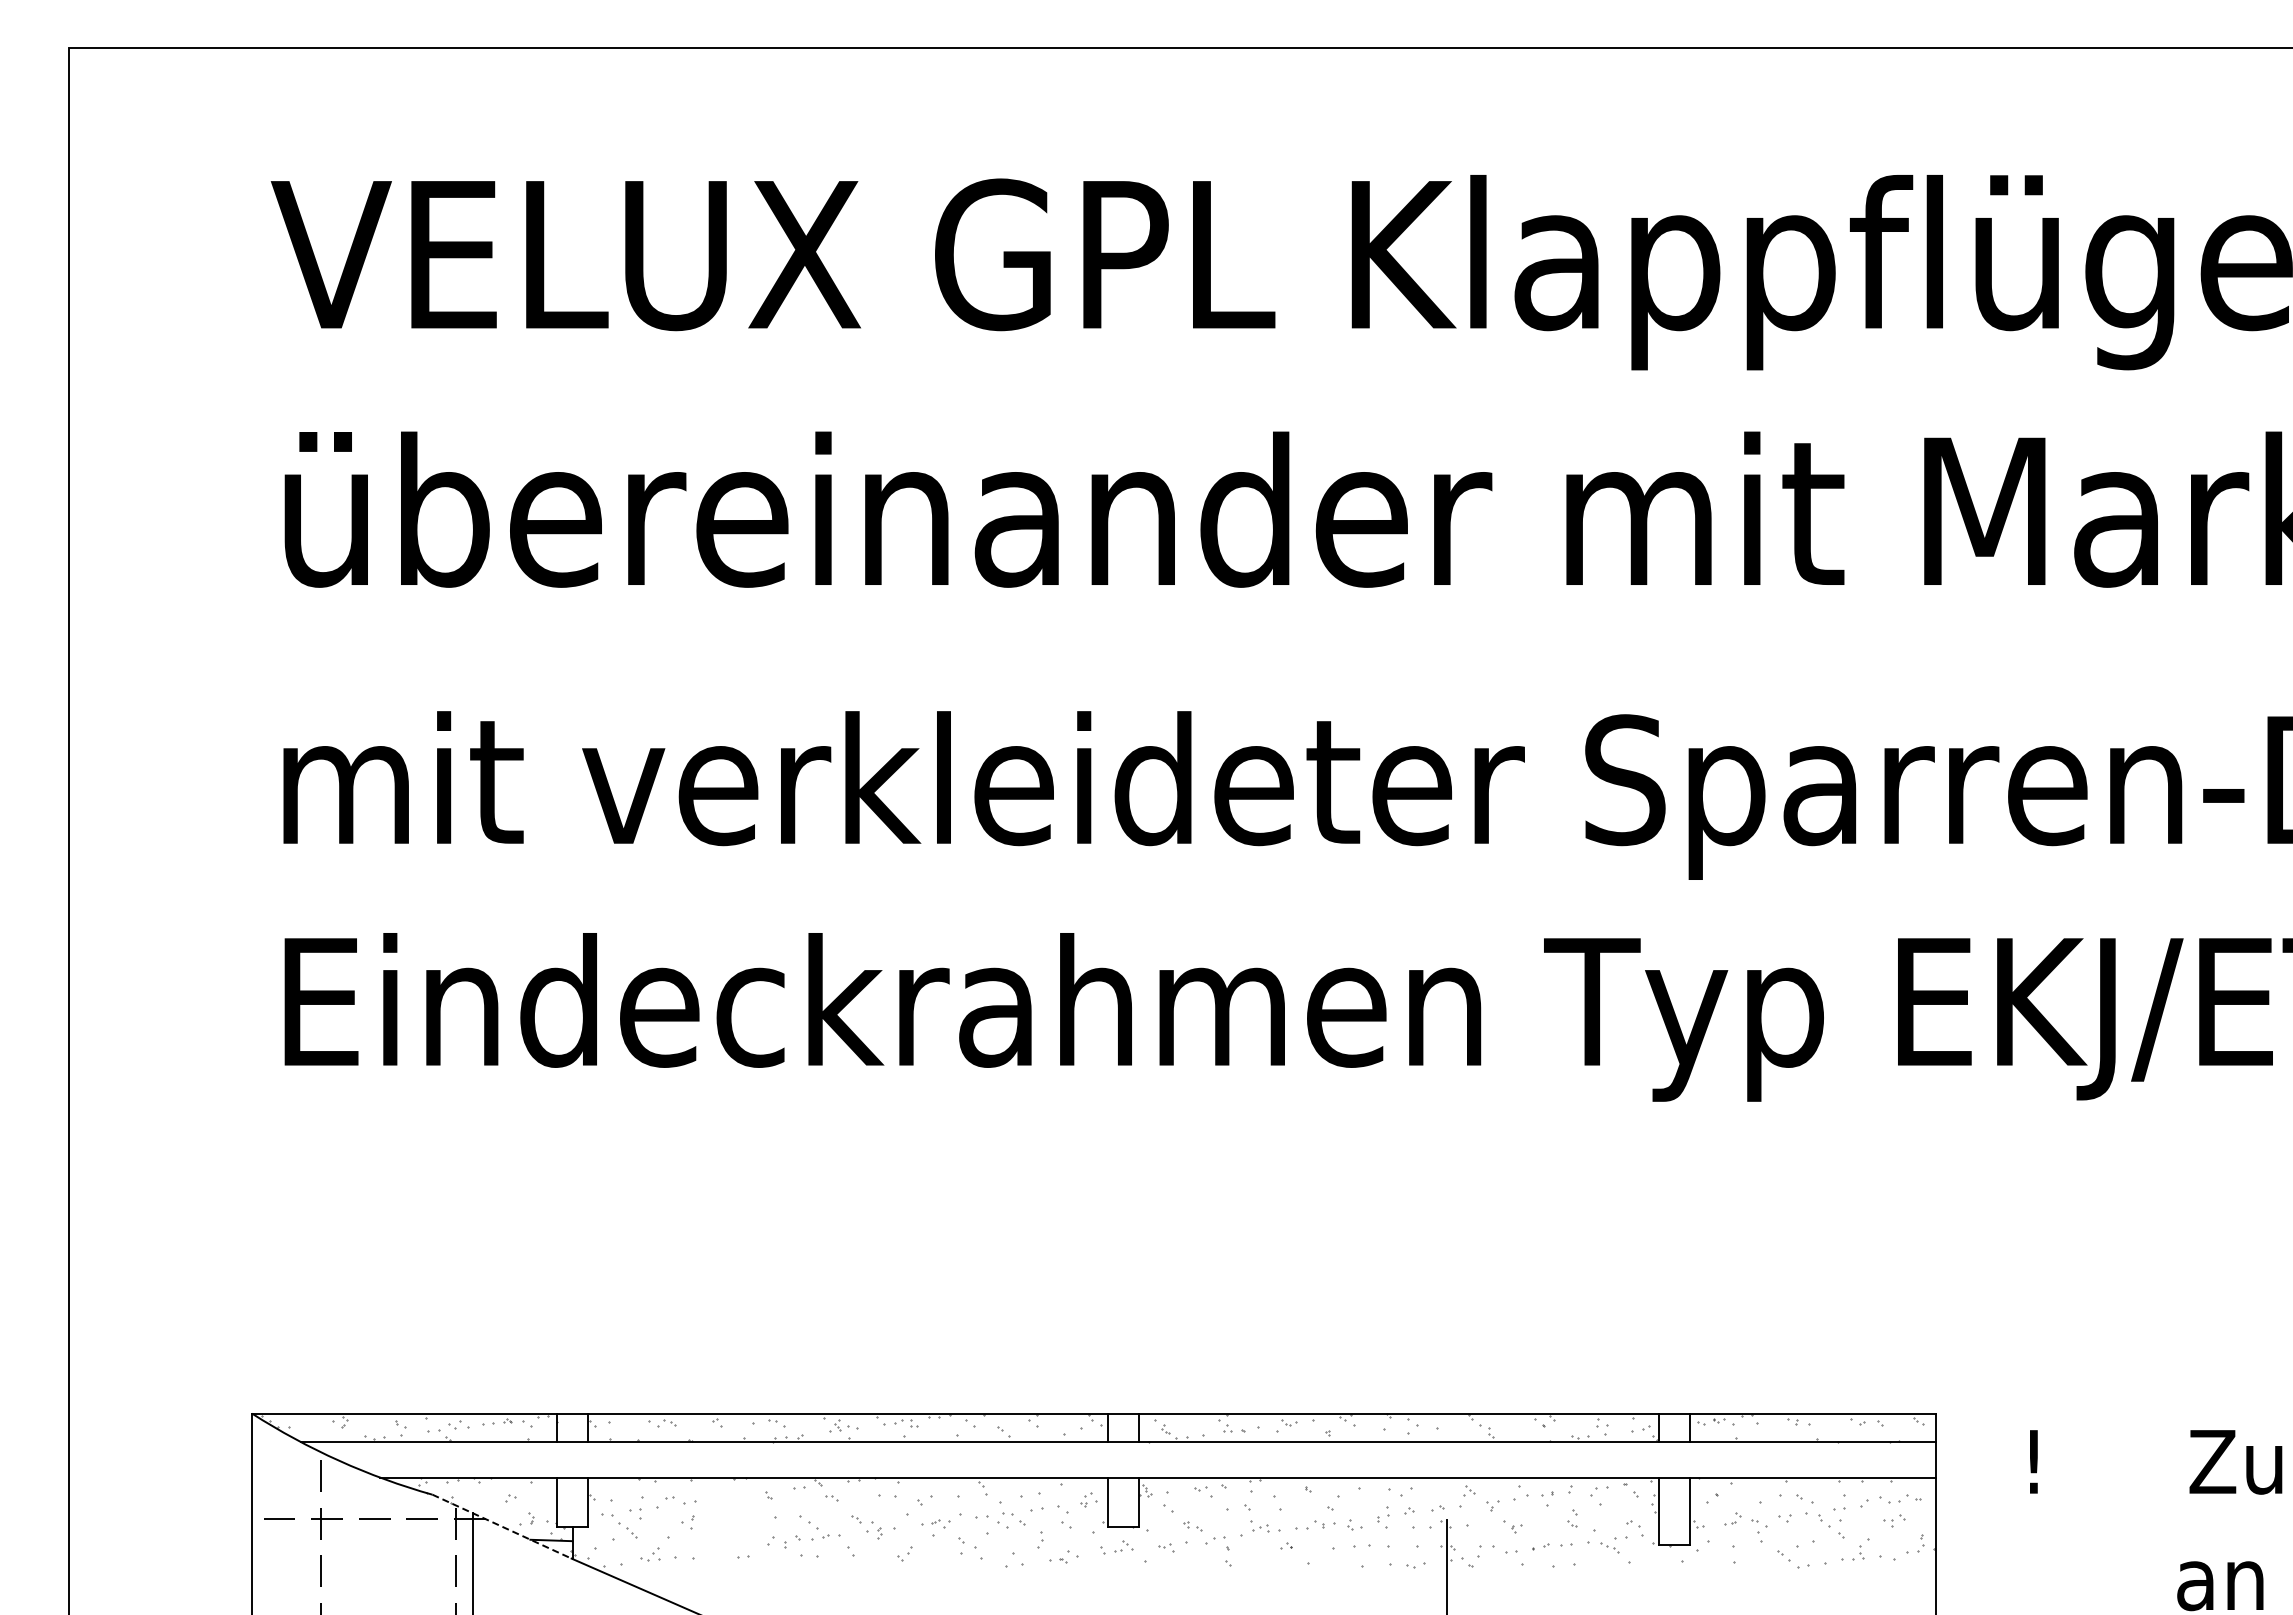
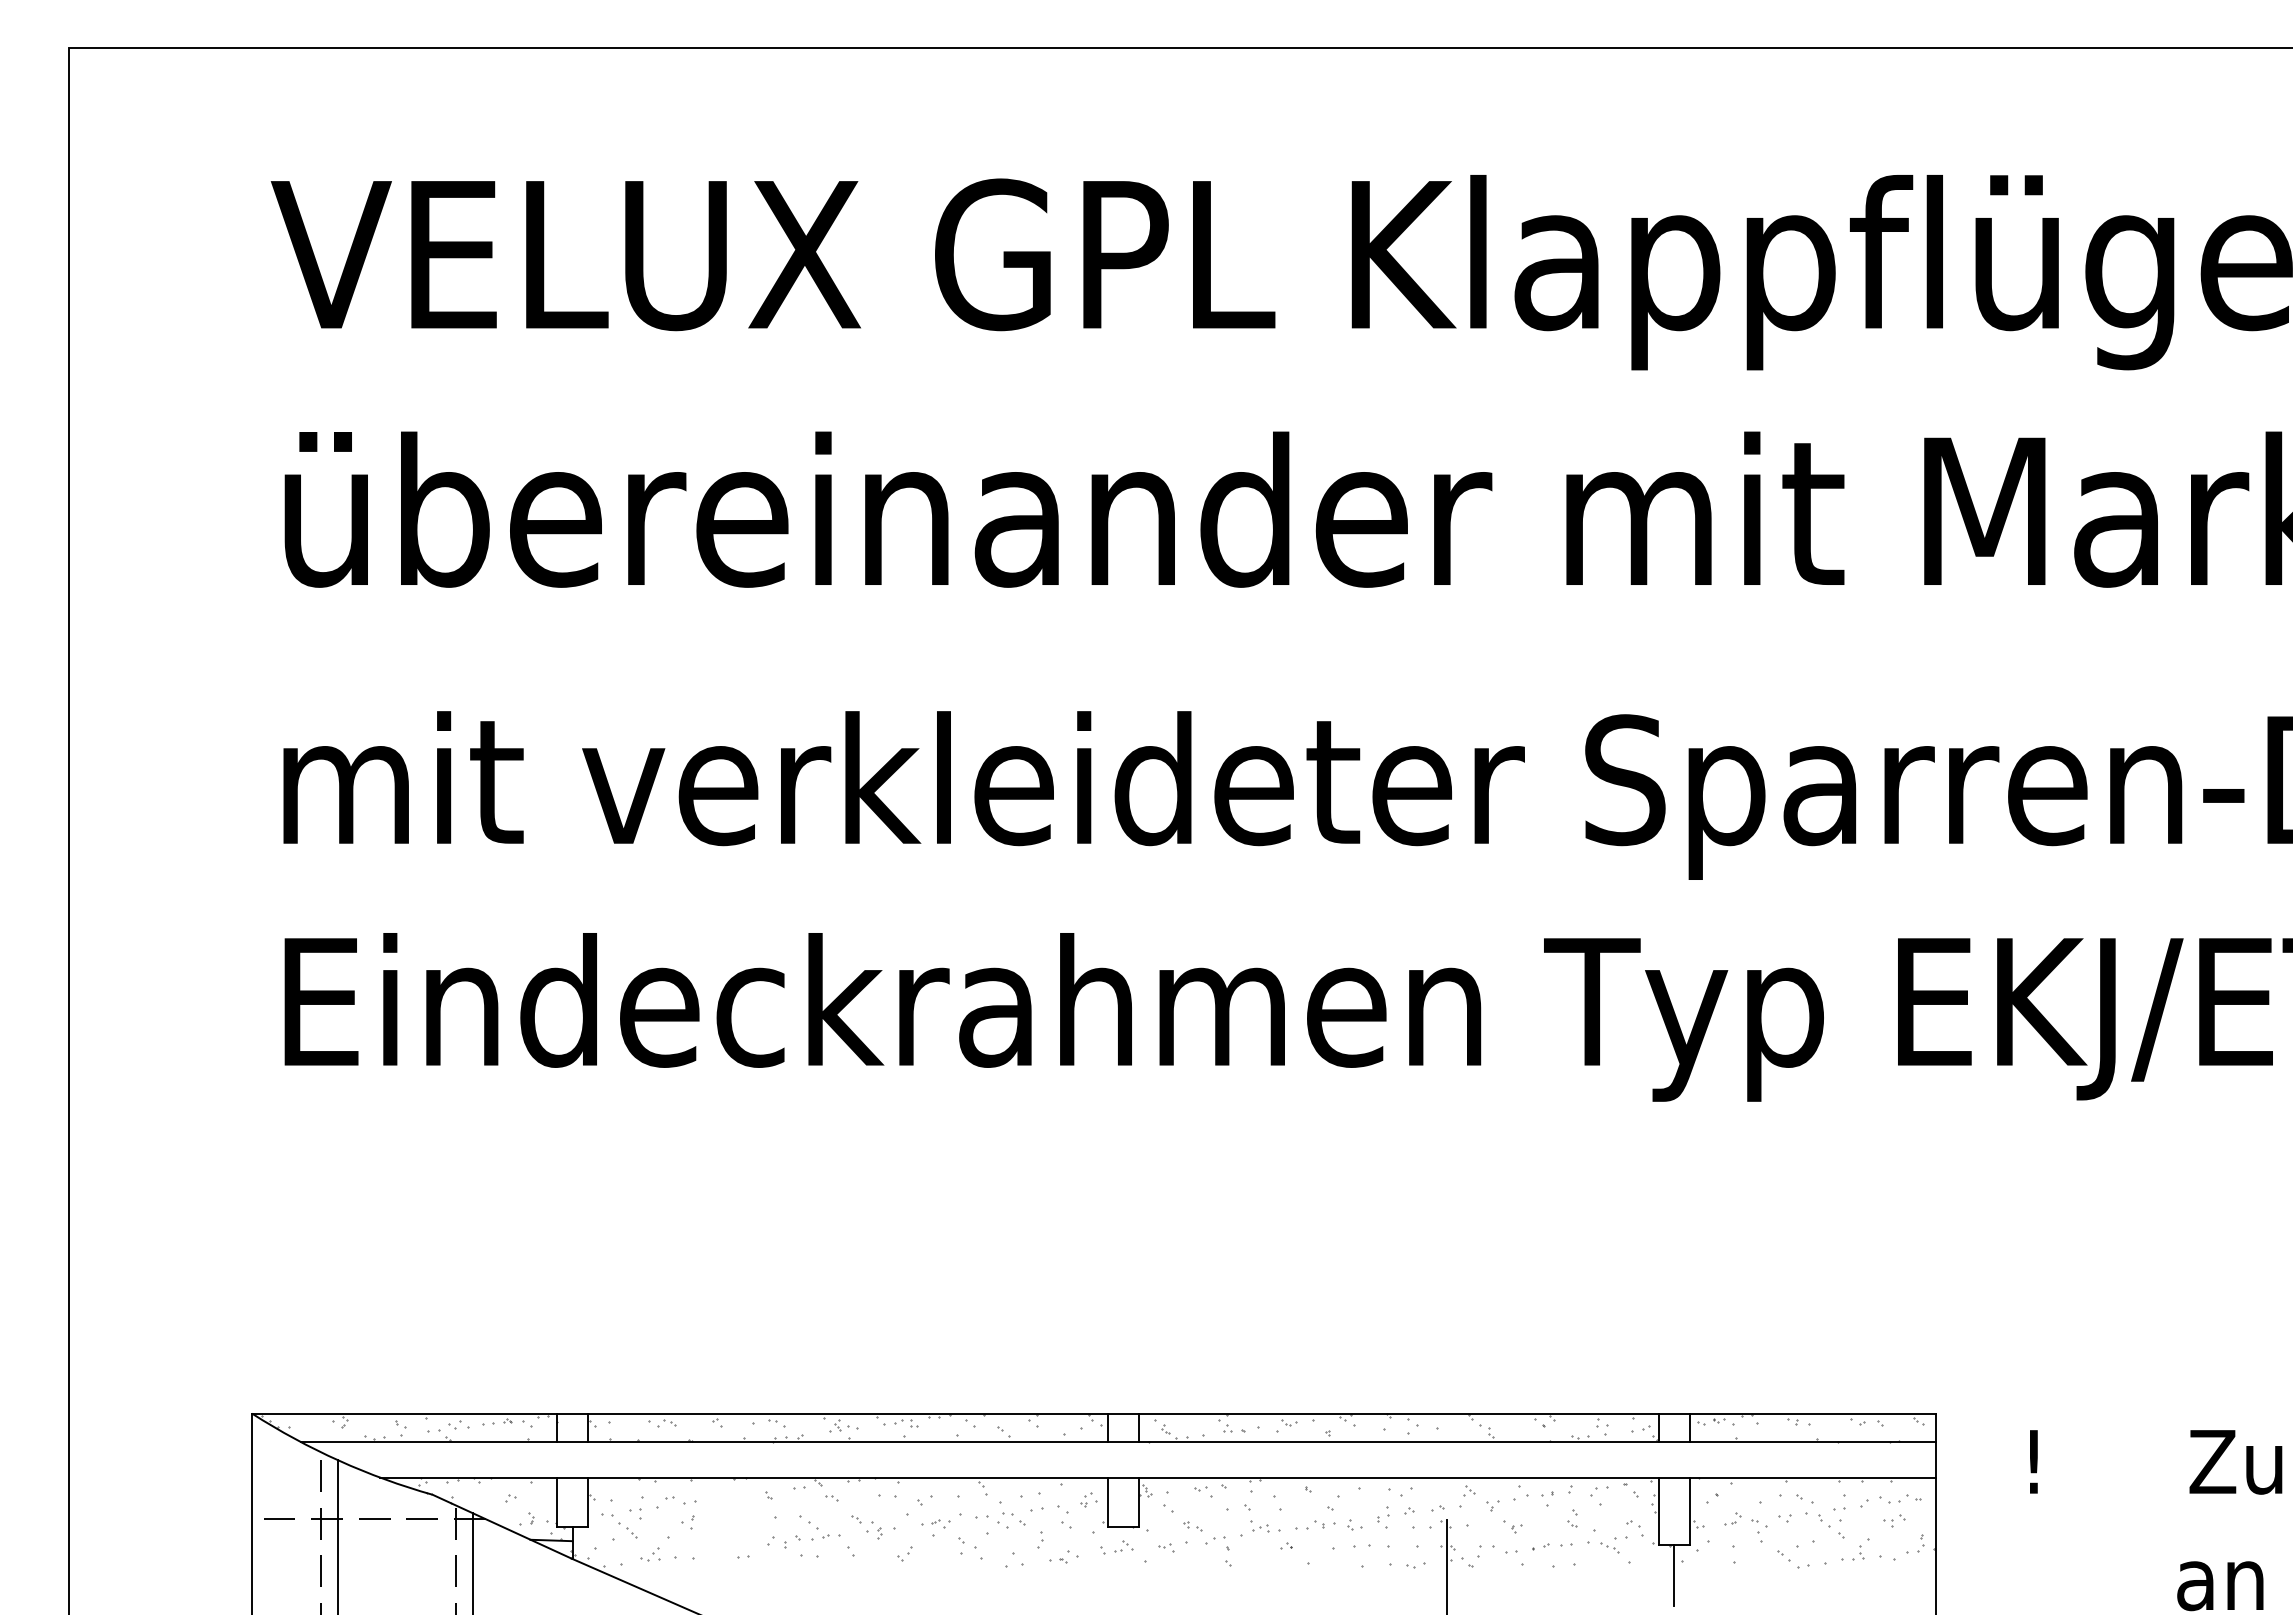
line at (502, 1526): dashed -> solid
line at (338, 1535): none -> present
line at (1674, 1575): none -> present
